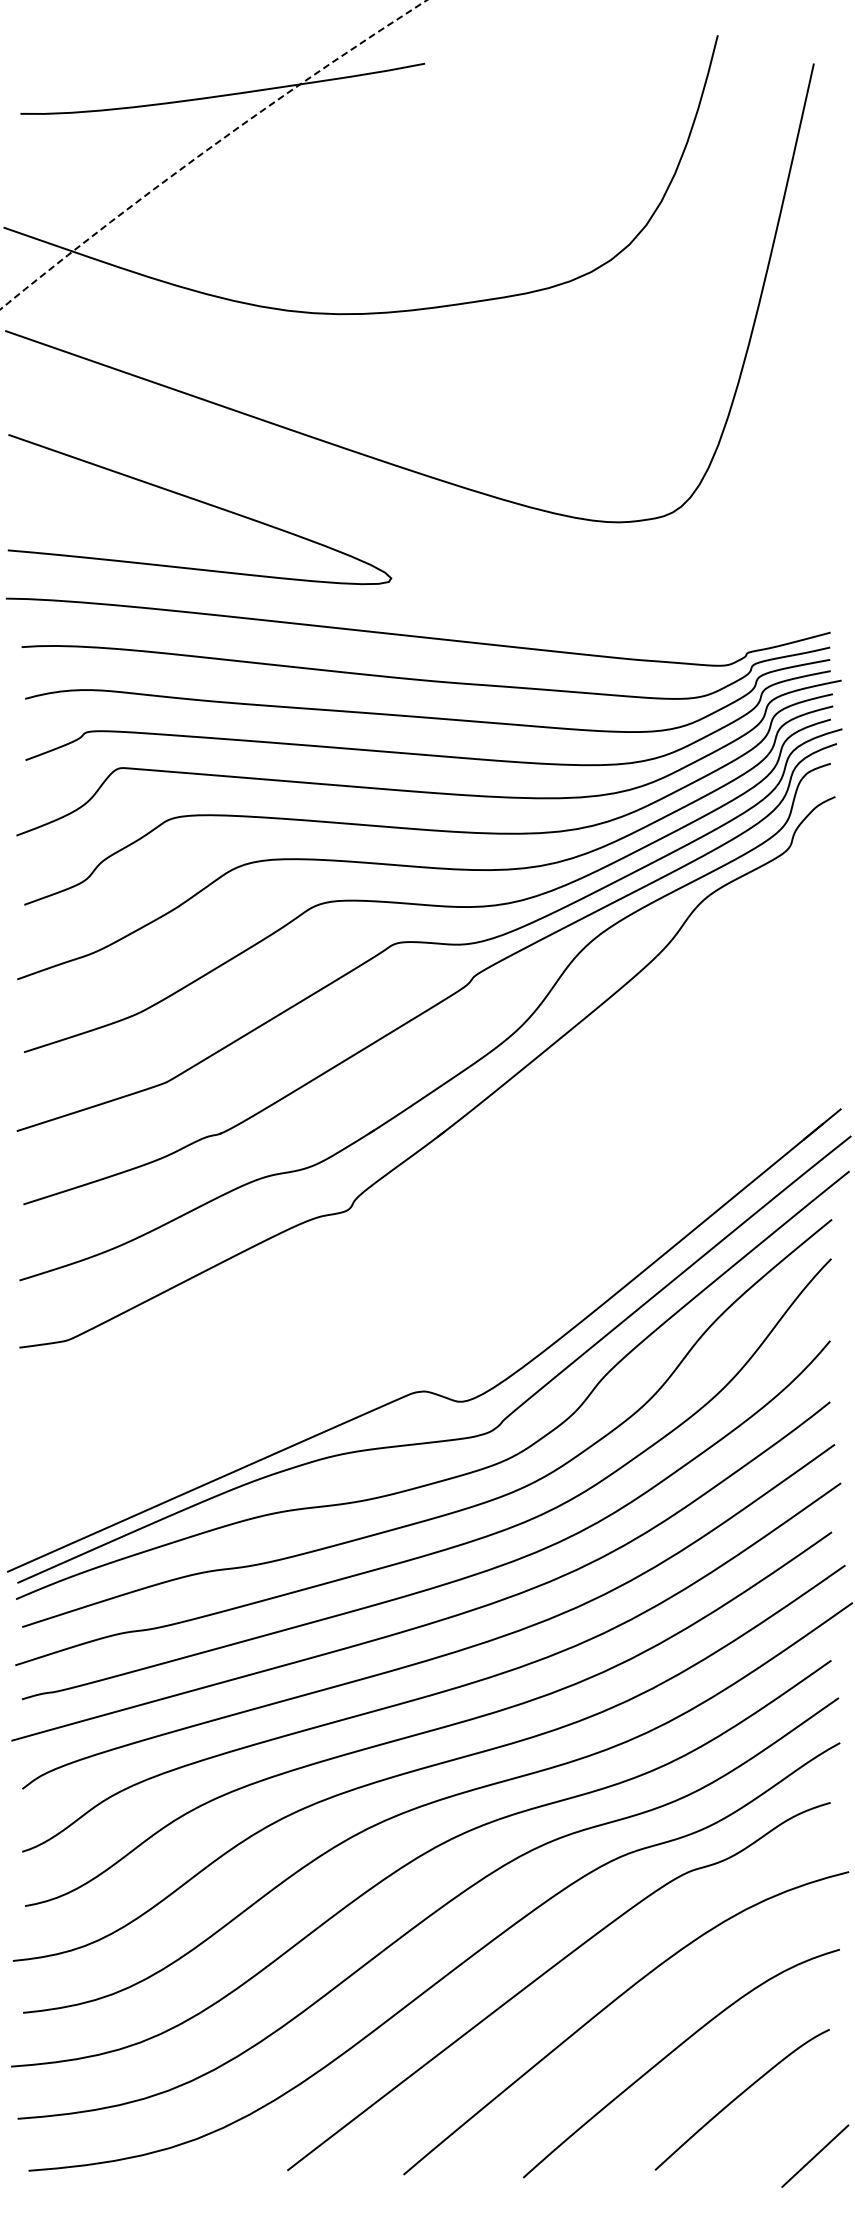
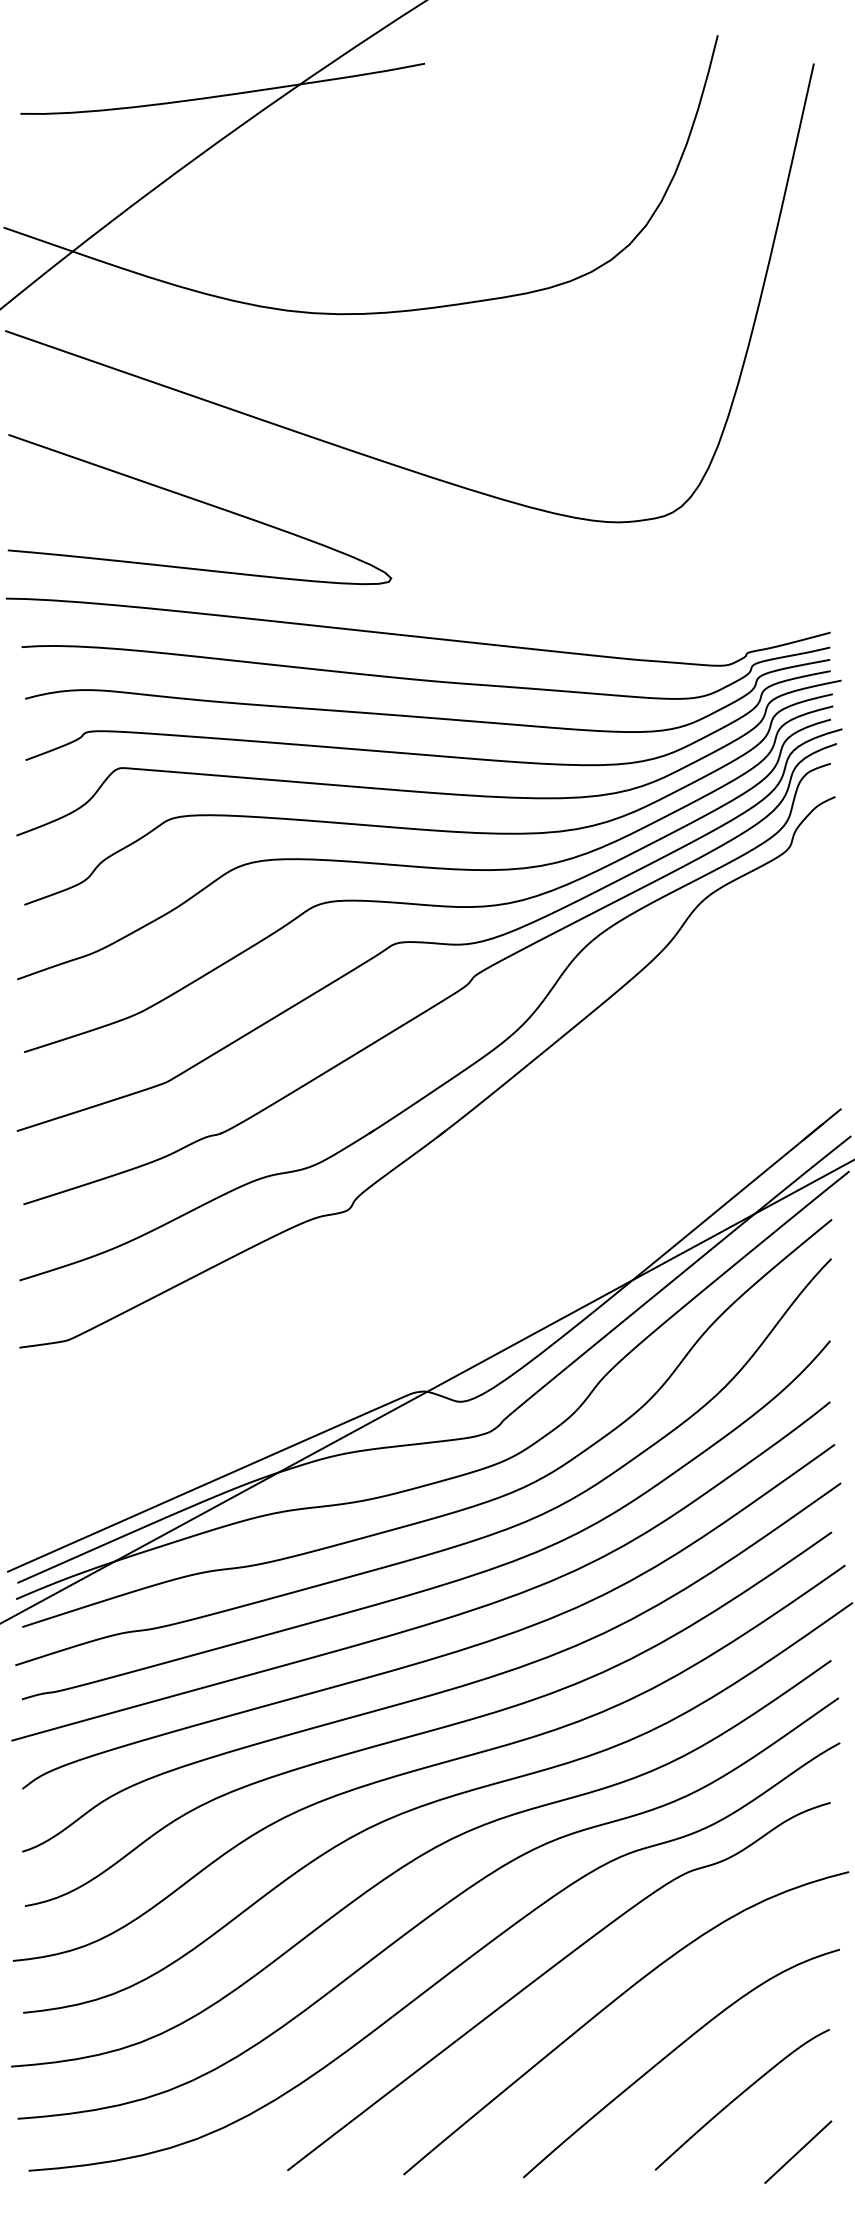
circle at (213, 154): dashed -> solid
line at (426, 1391): none -> present
line at (815, 2155) position: (815, 2155) -> (798, 2151)
